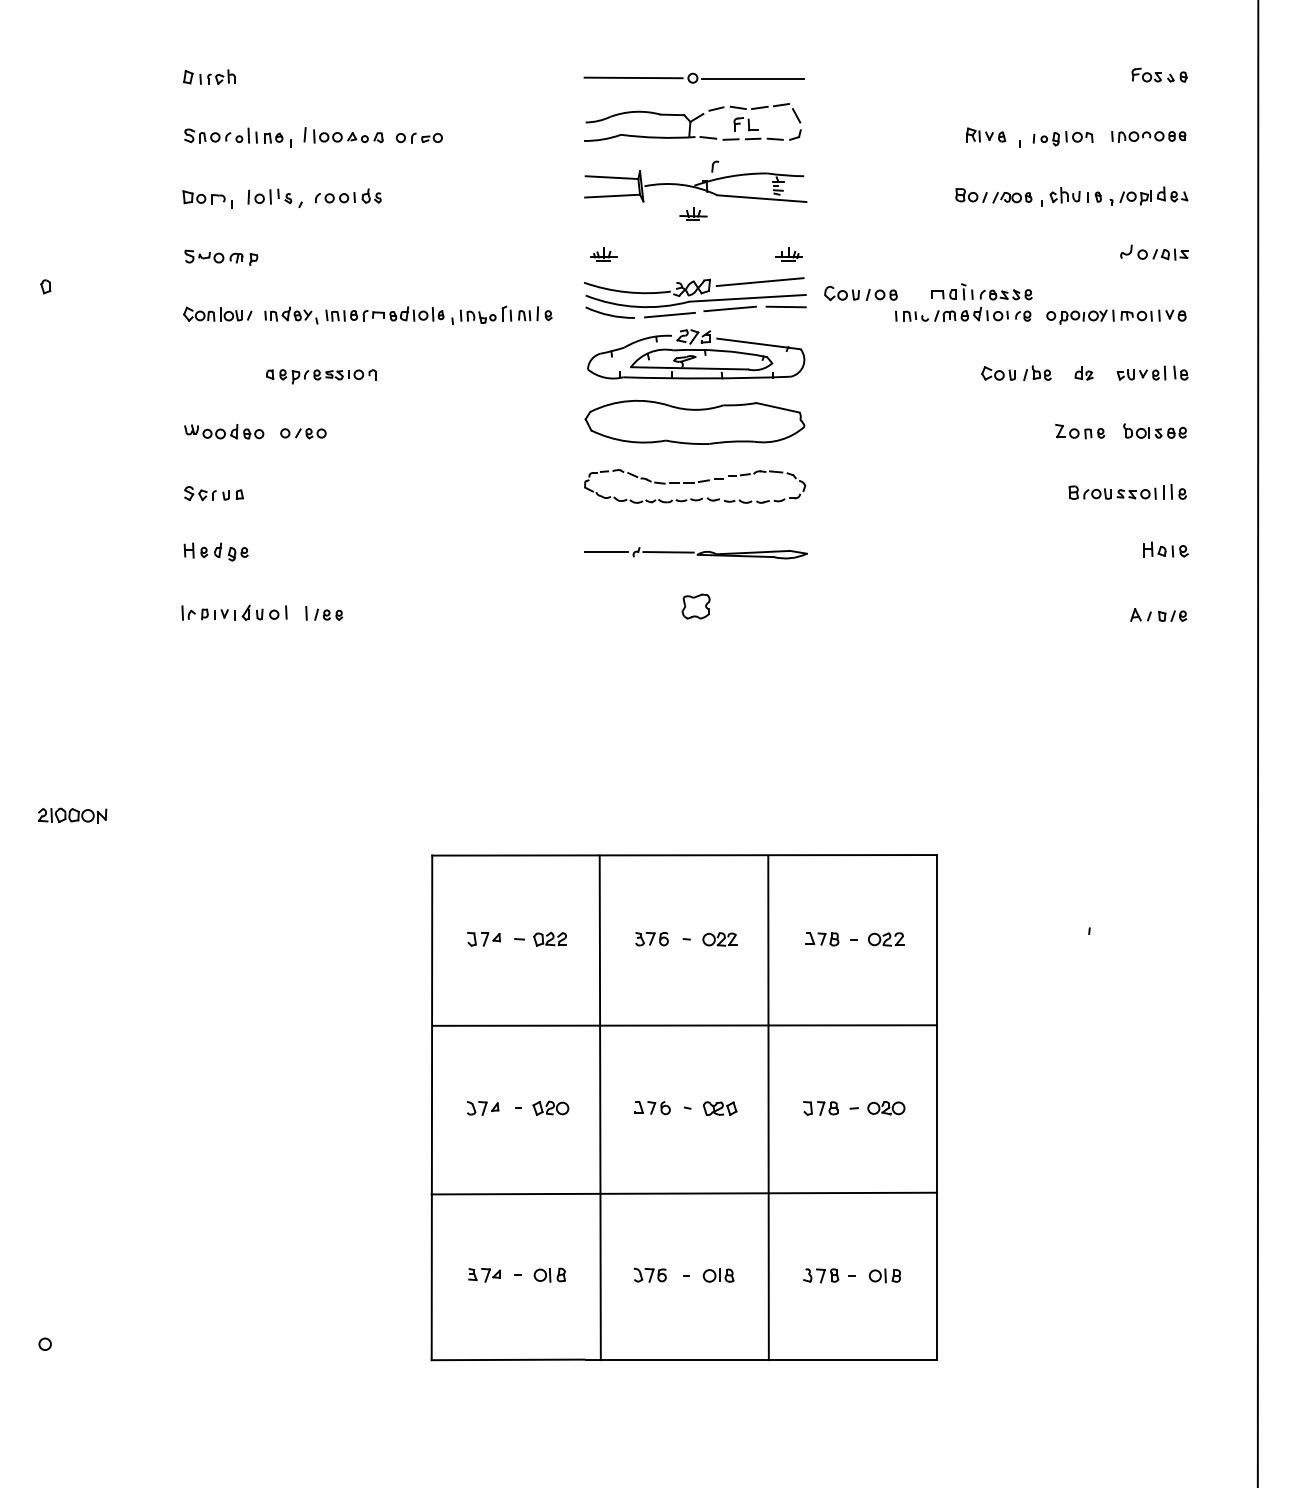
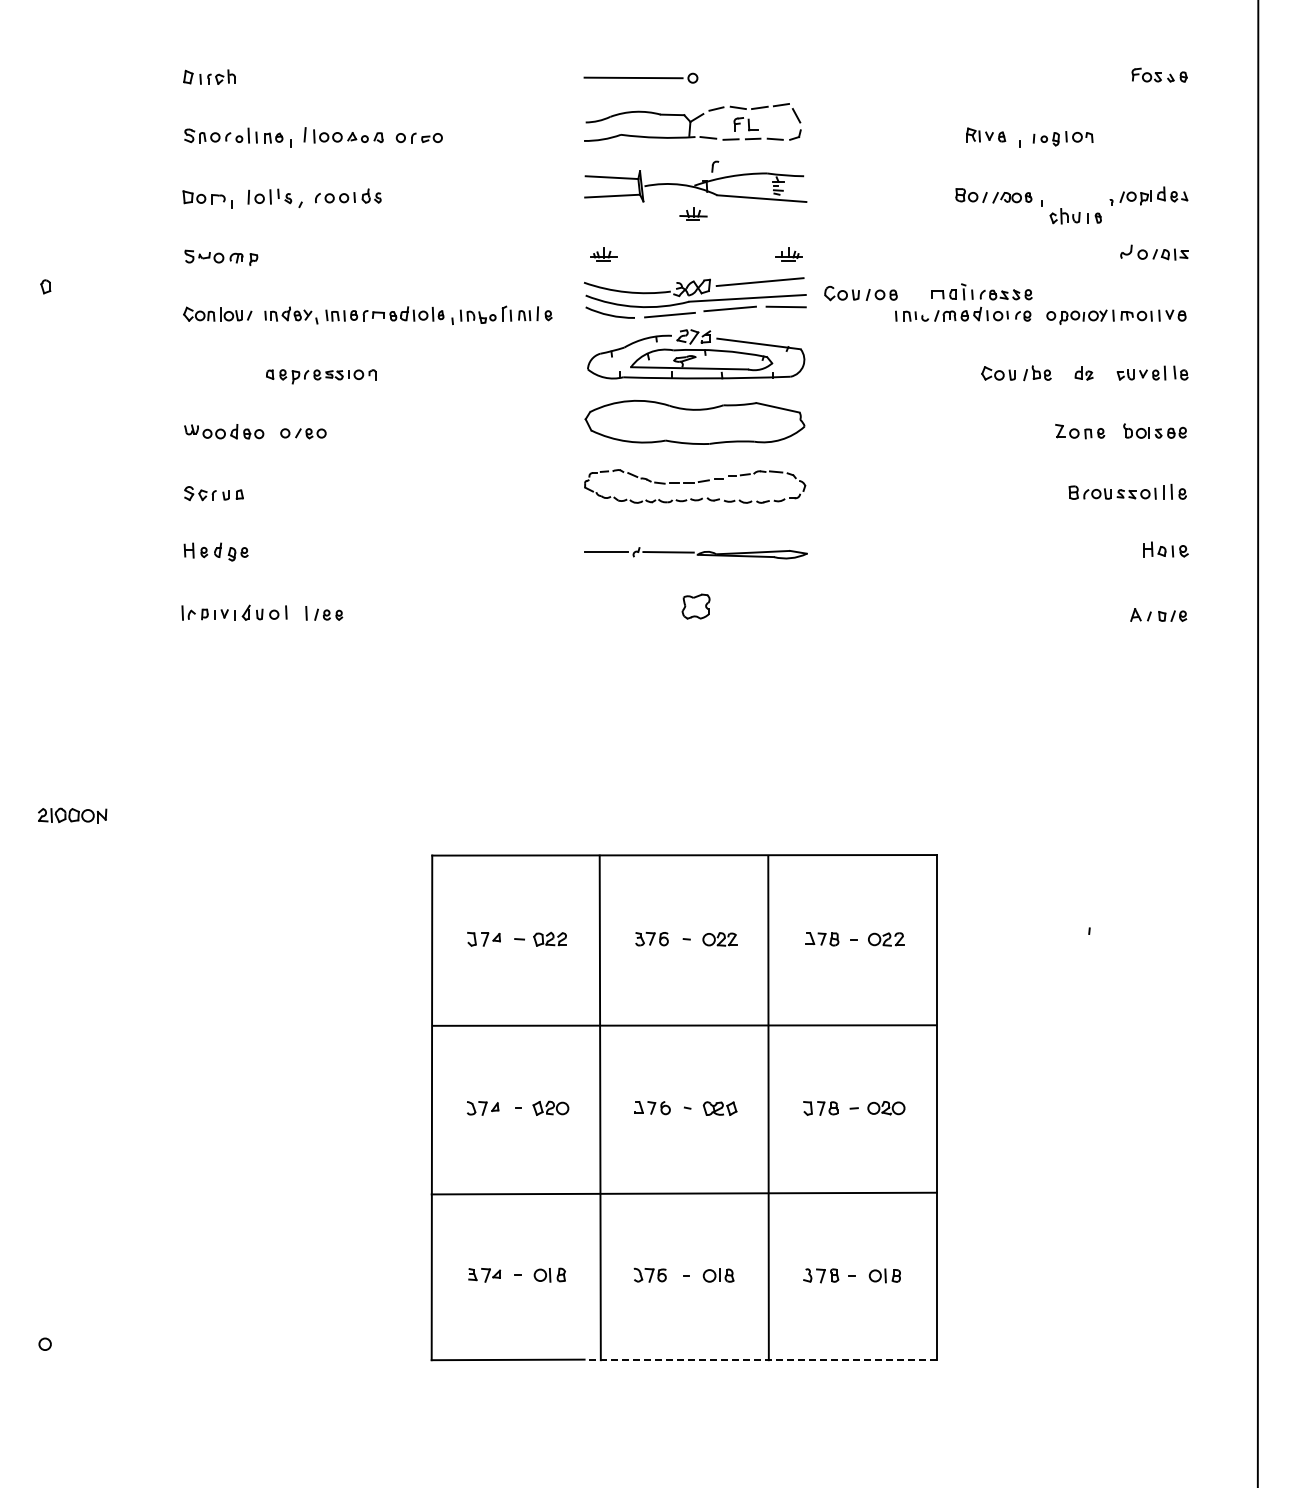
line at (752, 78): present -> none
part at (1148, 136): present -> none
part at (1075, 195) position: (1075, 195) -> (1075, 216)
line at (761, 1359): solid -> dashed
